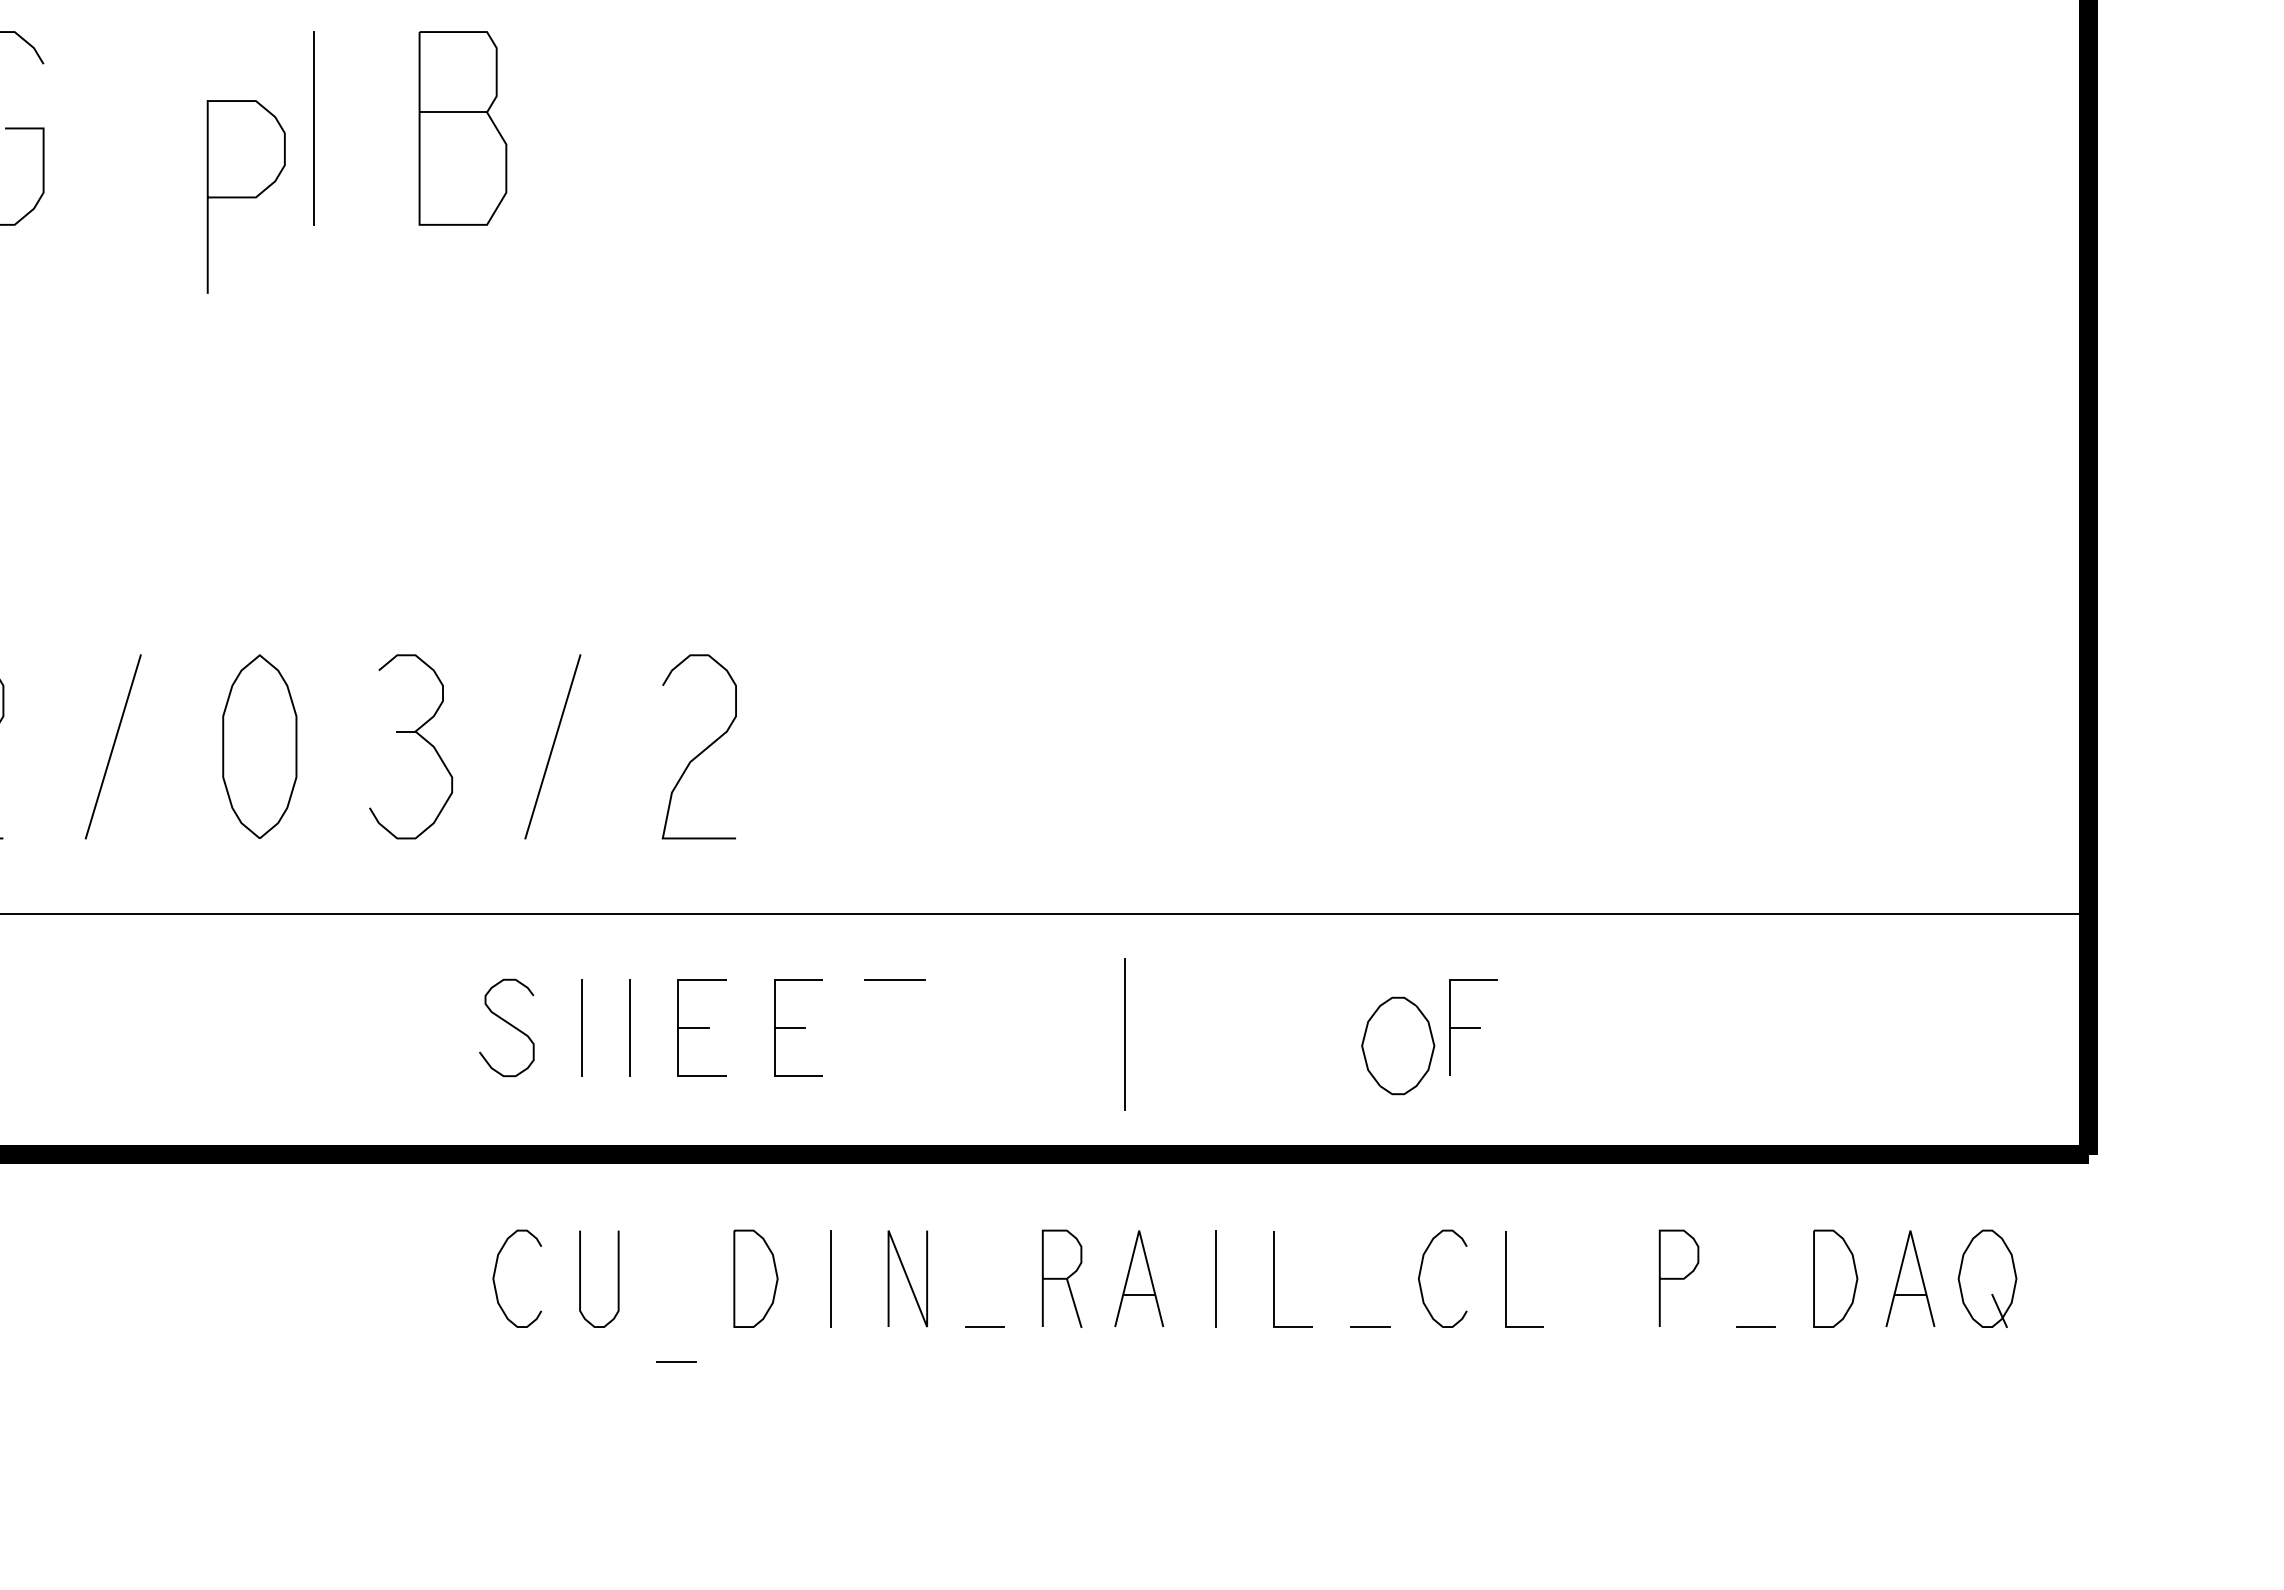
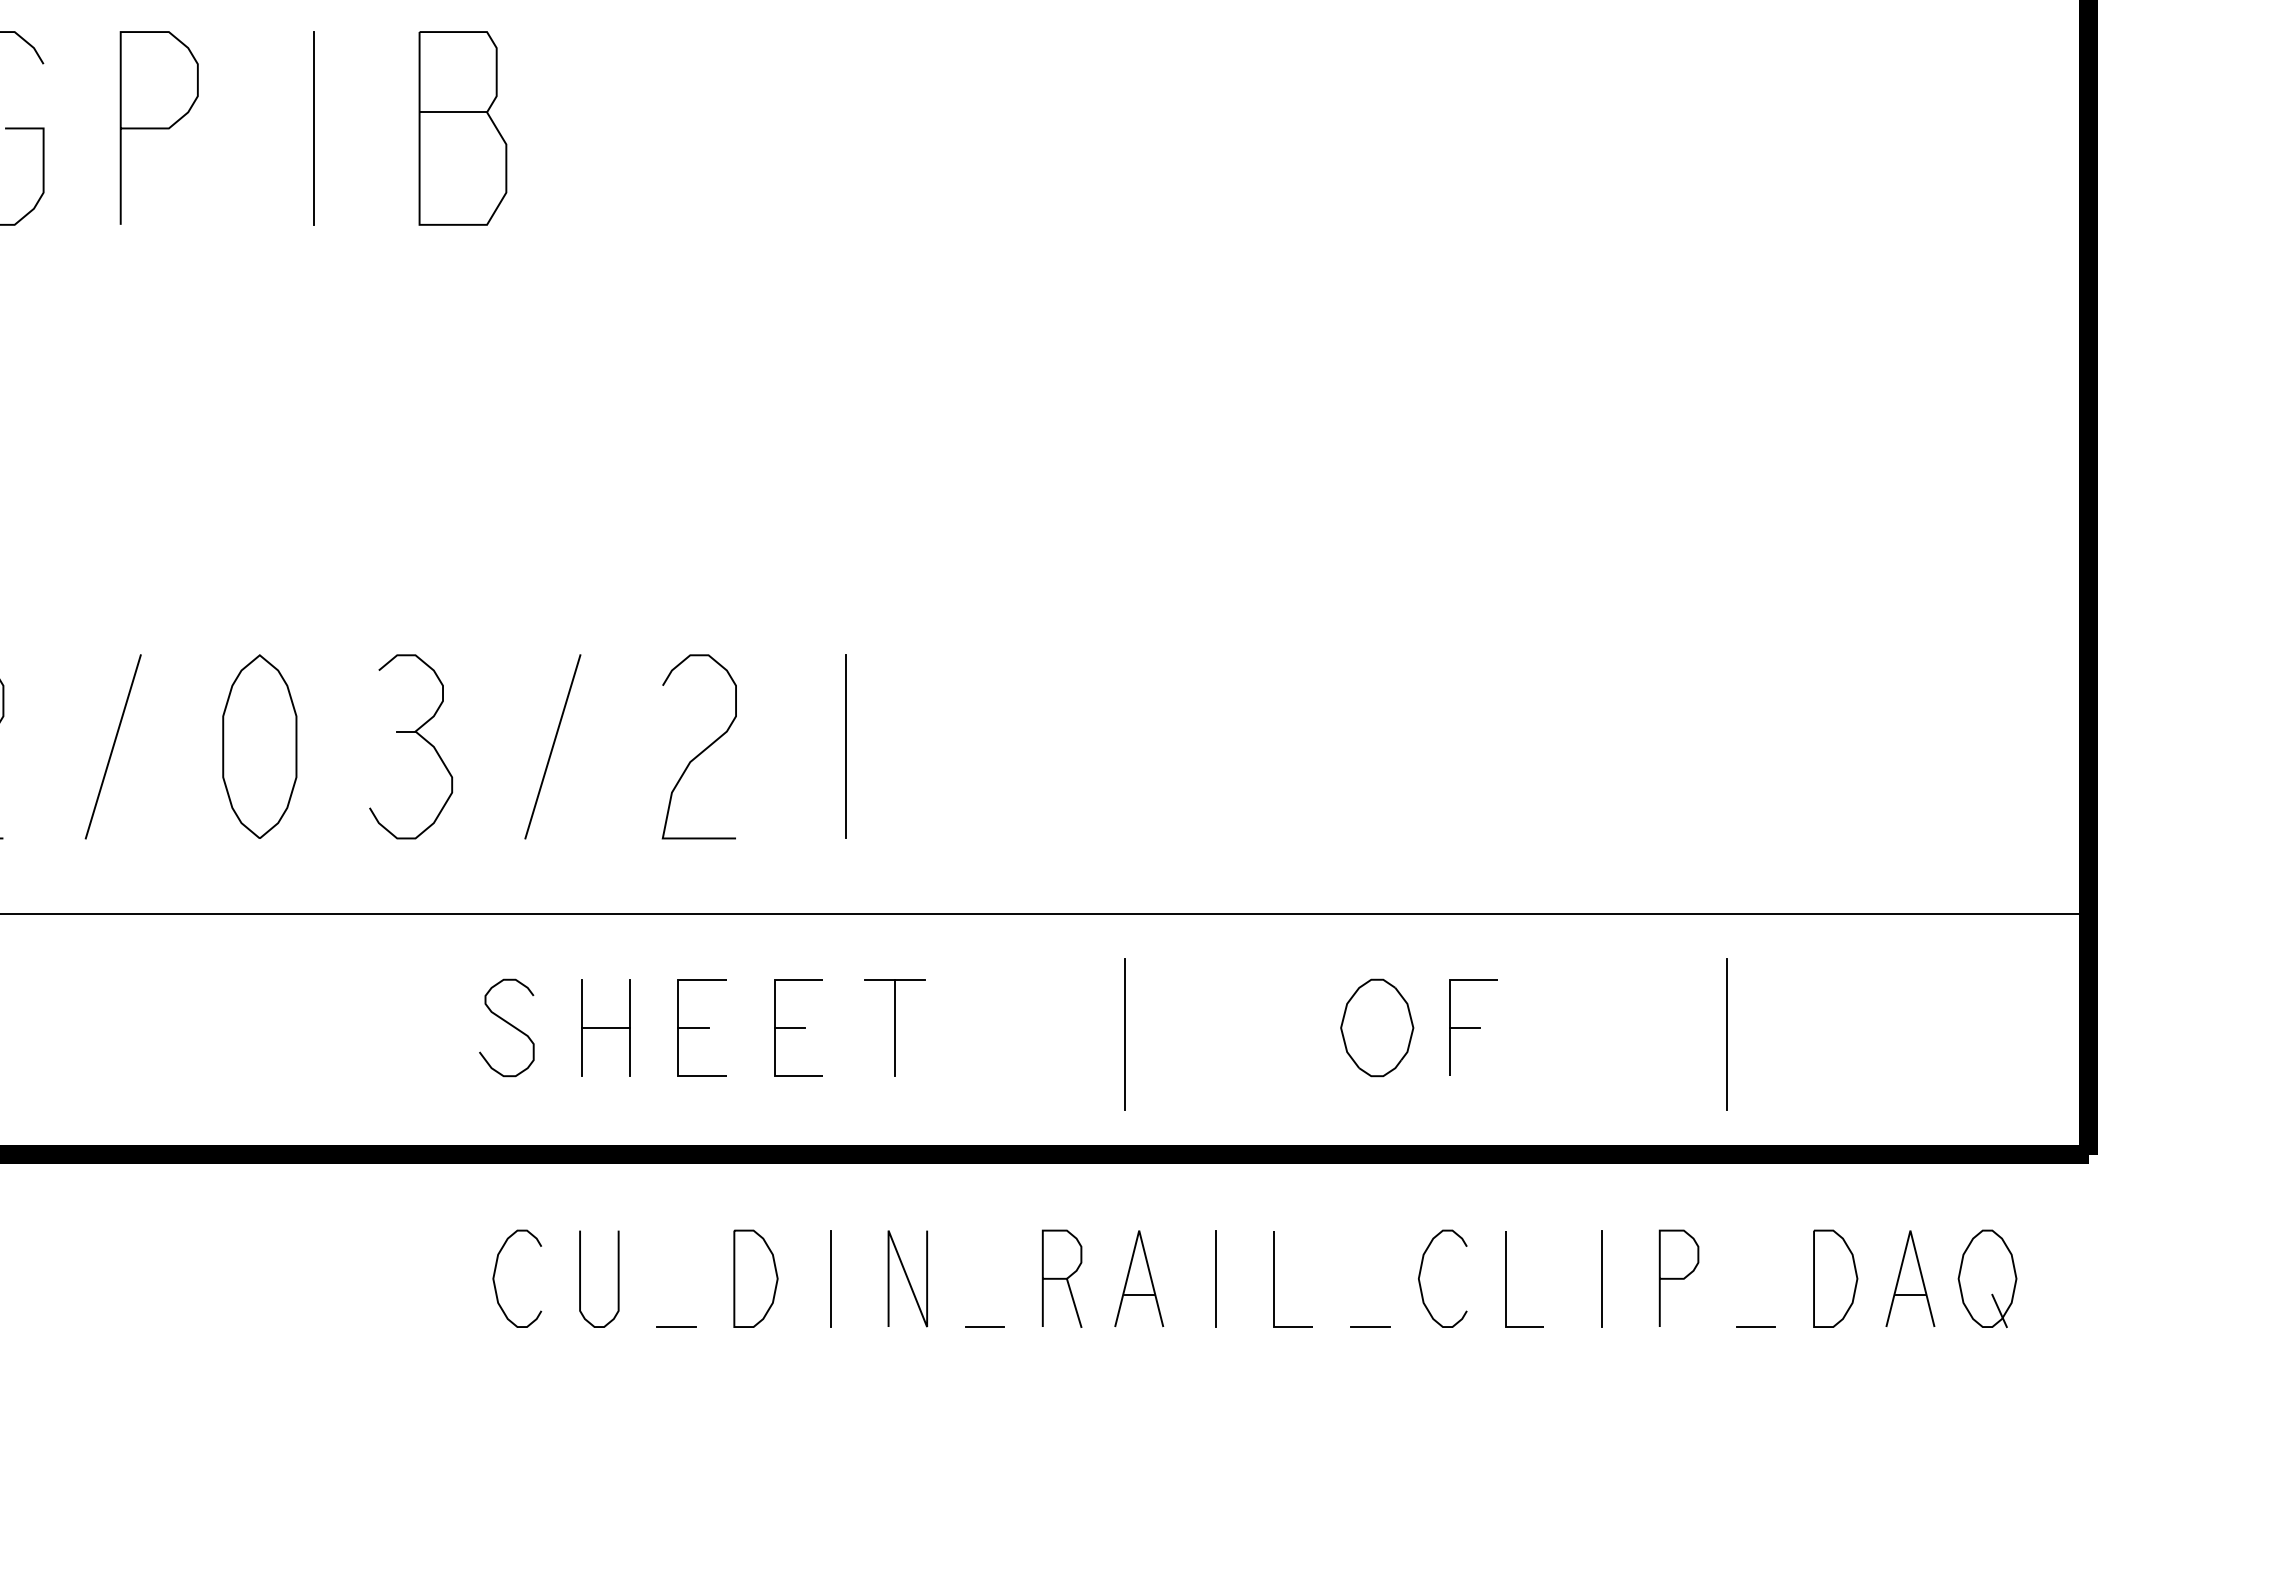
curve at (245, 196) position: (245, 196) -> (158, 127)
line at (845, 746): none -> present
line at (605, 1027): none -> present
line at (895, 1027): none -> present
line at (1727, 1033): none -> present
part at (1398, 1045) position: (1398, 1045) -> (1377, 1027)
line at (1601, 1278): none -> present
line at (676, 1361) position: (676, 1361) -> (676, 1326)
